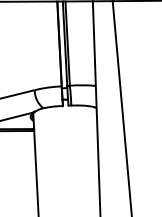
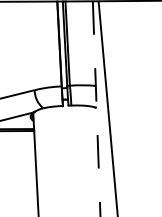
line at (121, 107) position: (121, 107) -> (107, 107)
line at (96, 109): solid -> dashed
